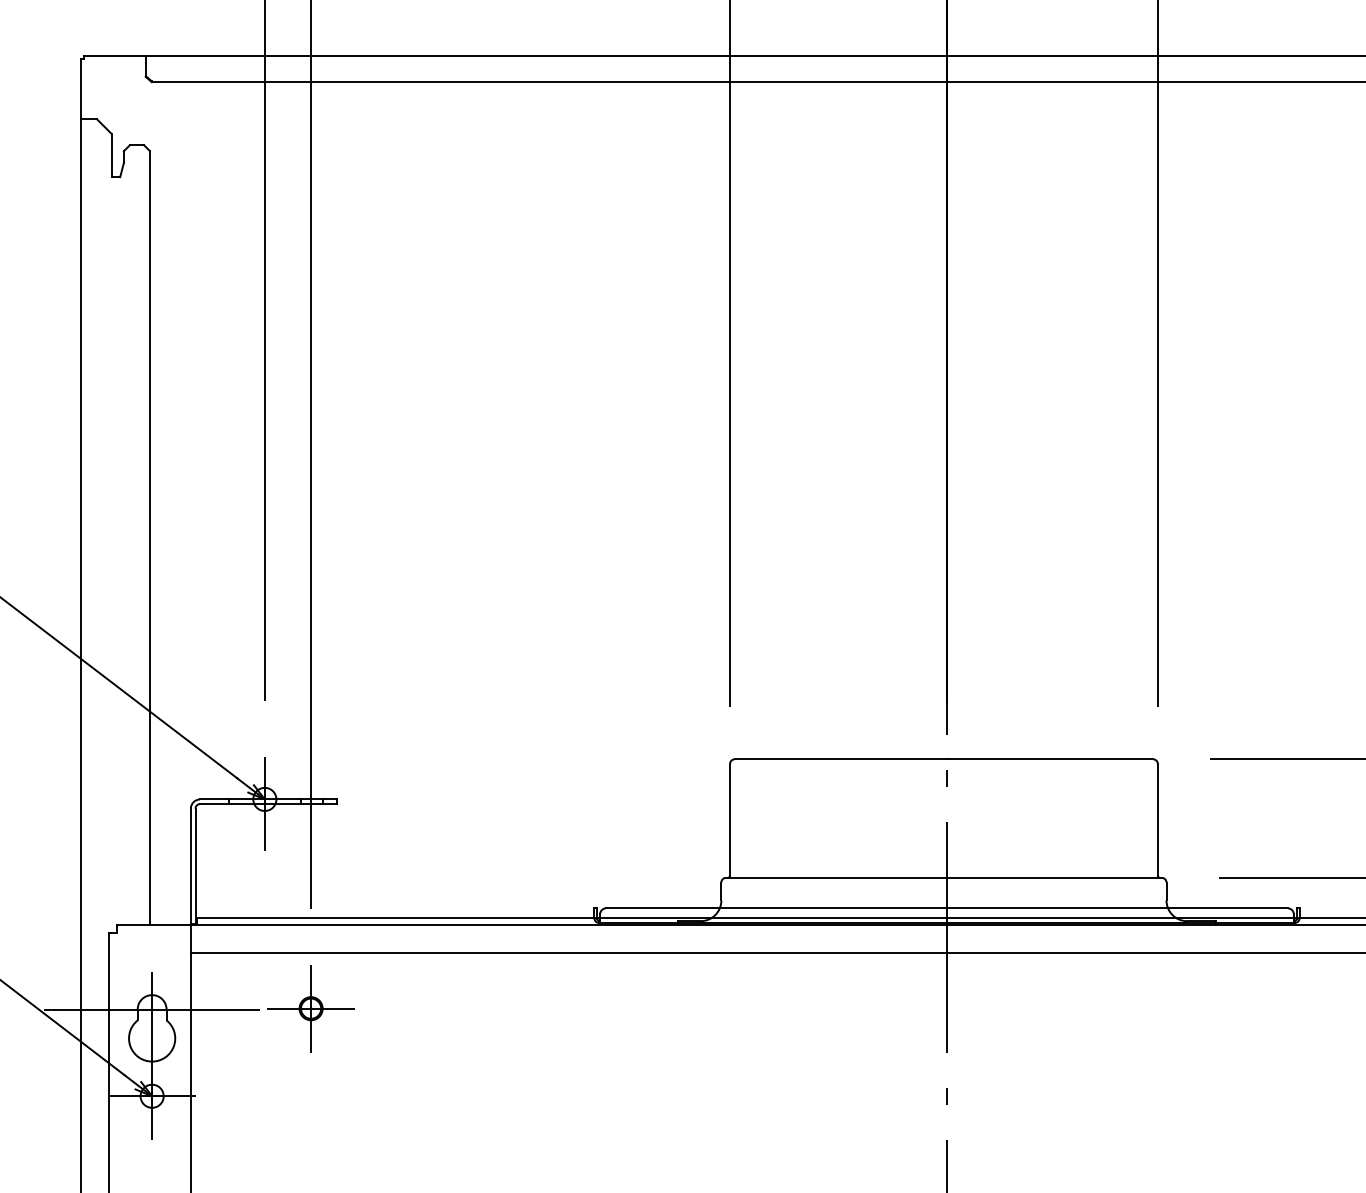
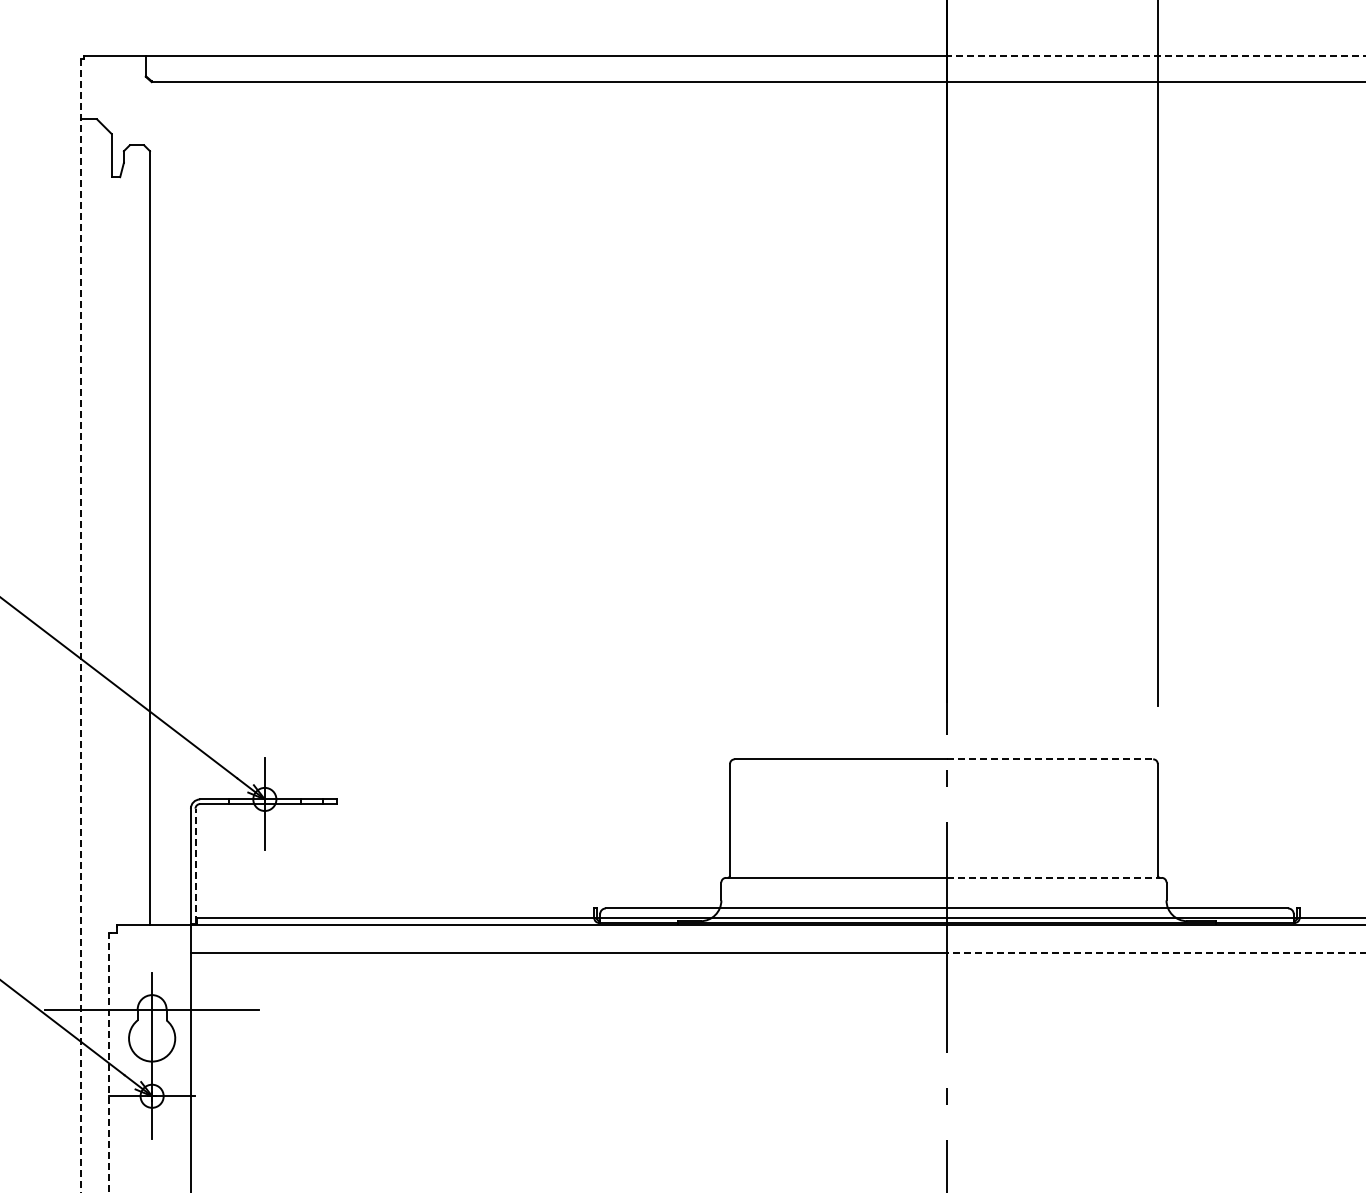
line at (1155, 55): solid -> dashed
line at (264, 350): present -> none
line at (730, 354): present -> none
line at (311, 454): present -> none
line at (80, 626): solid -> dashed
line at (1050, 759): solid -> dashed
line at (1286, 759): present -> none
line at (195, 865): solid -> dashed
line at (1054, 877): solid -> dashed
line at (1290, 877): present -> none
line at (1155, 953): solid -> dashed
part at (310, 1008): present -> none
line at (108, 1062): solid -> dashed
